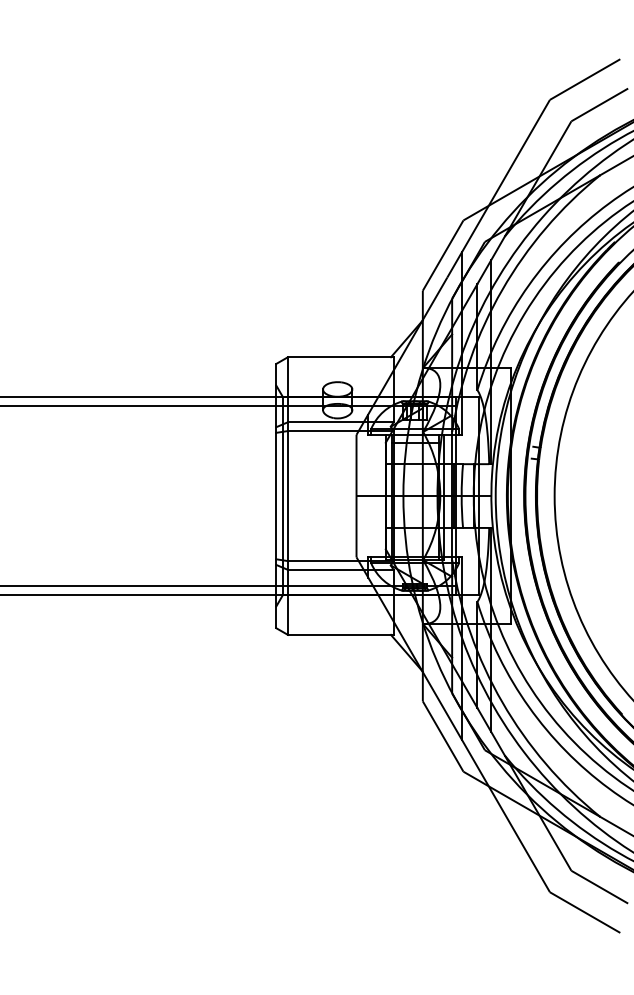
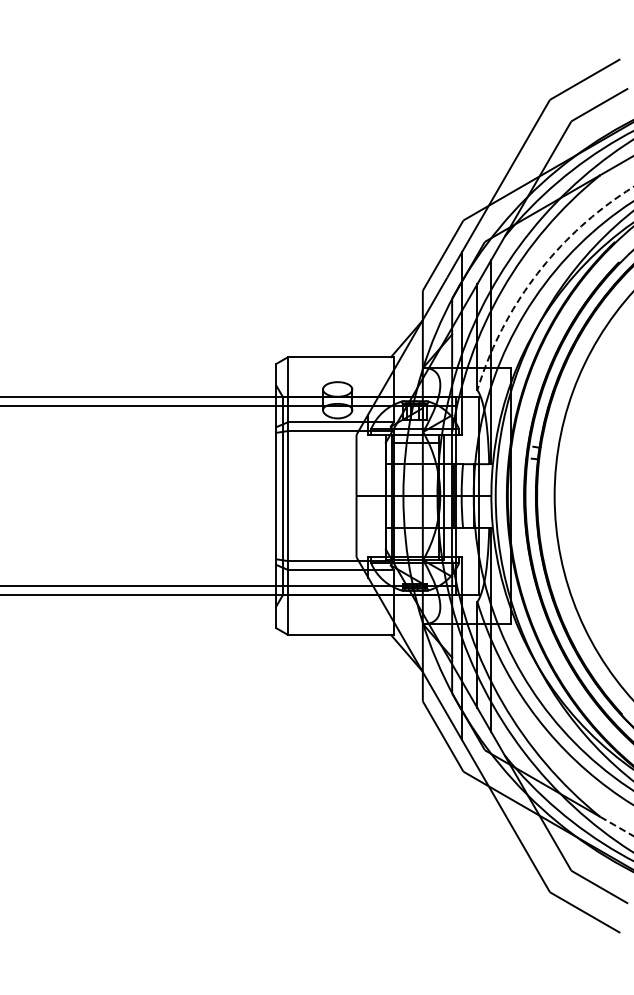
arc at (537, 273): solid -> dashed
line at (616, 826): solid -> dashed
